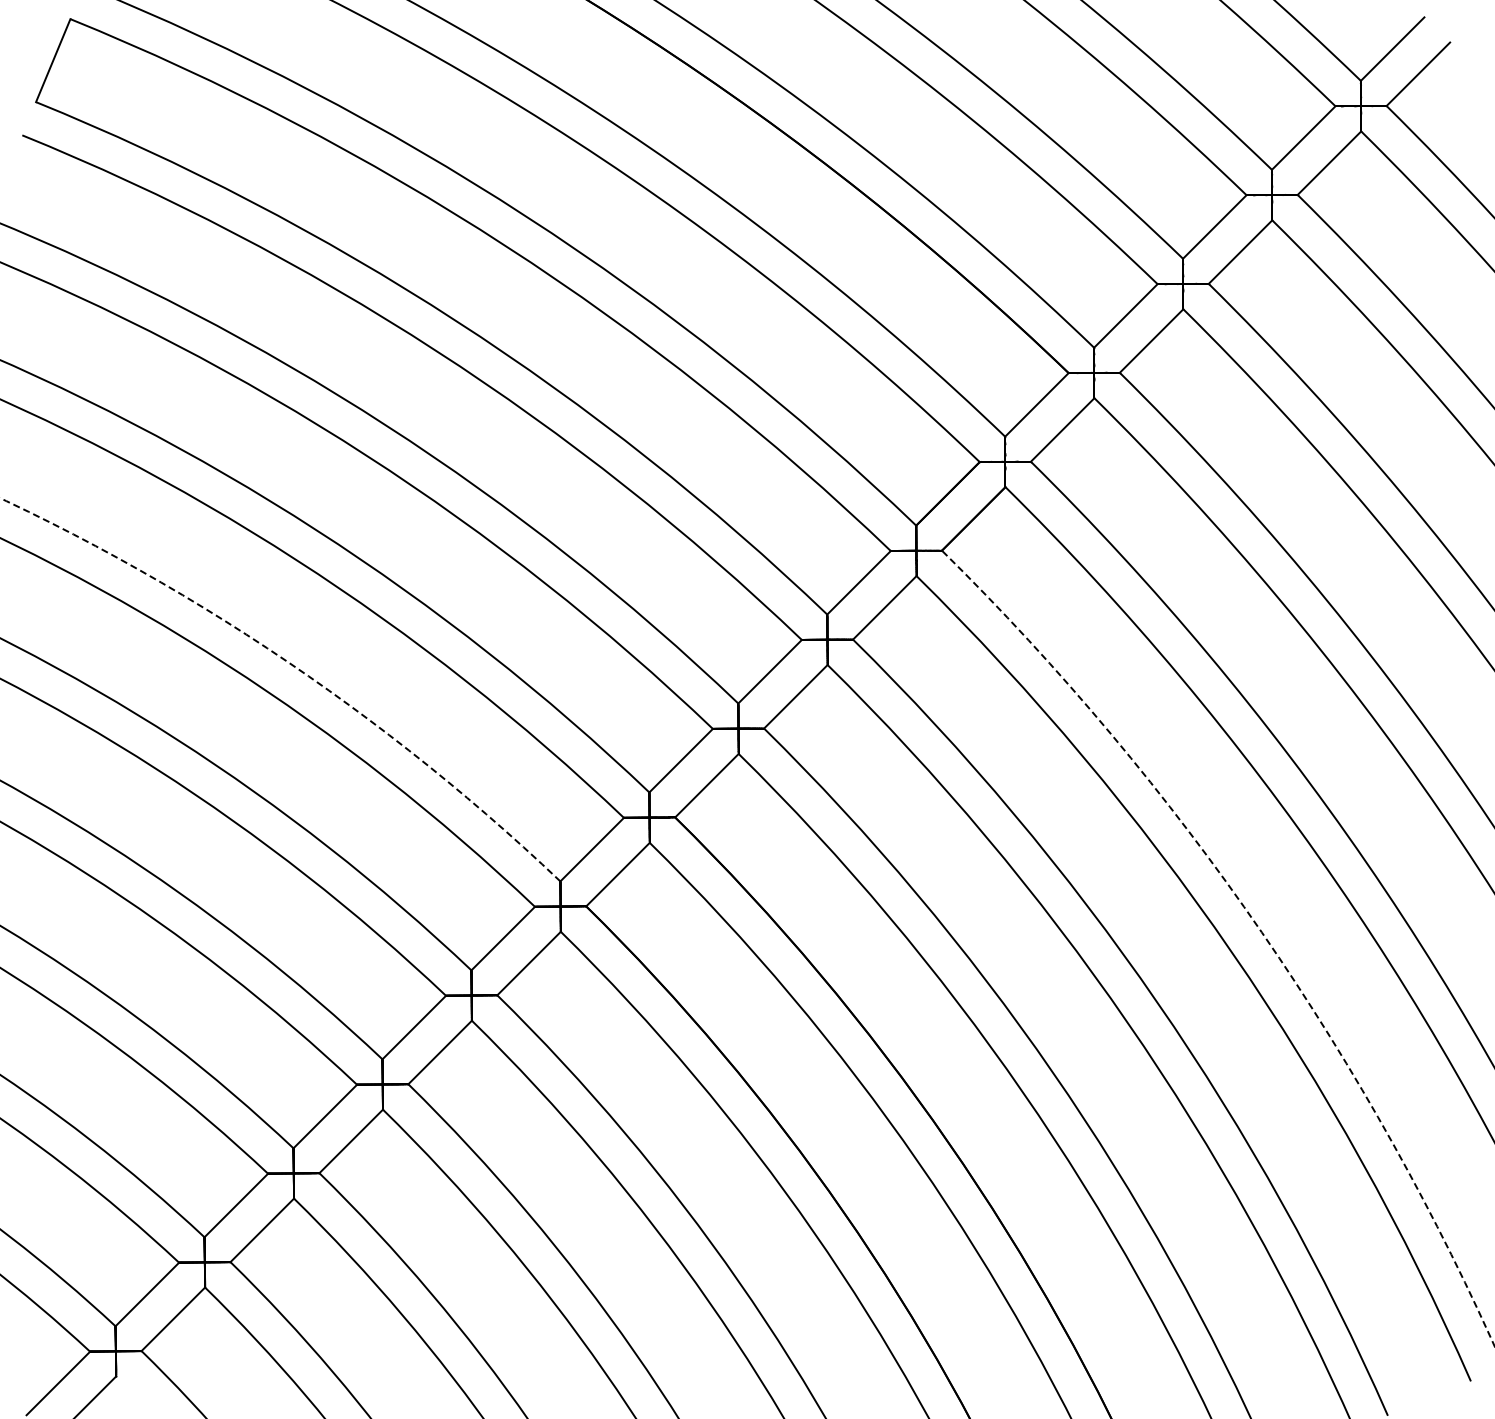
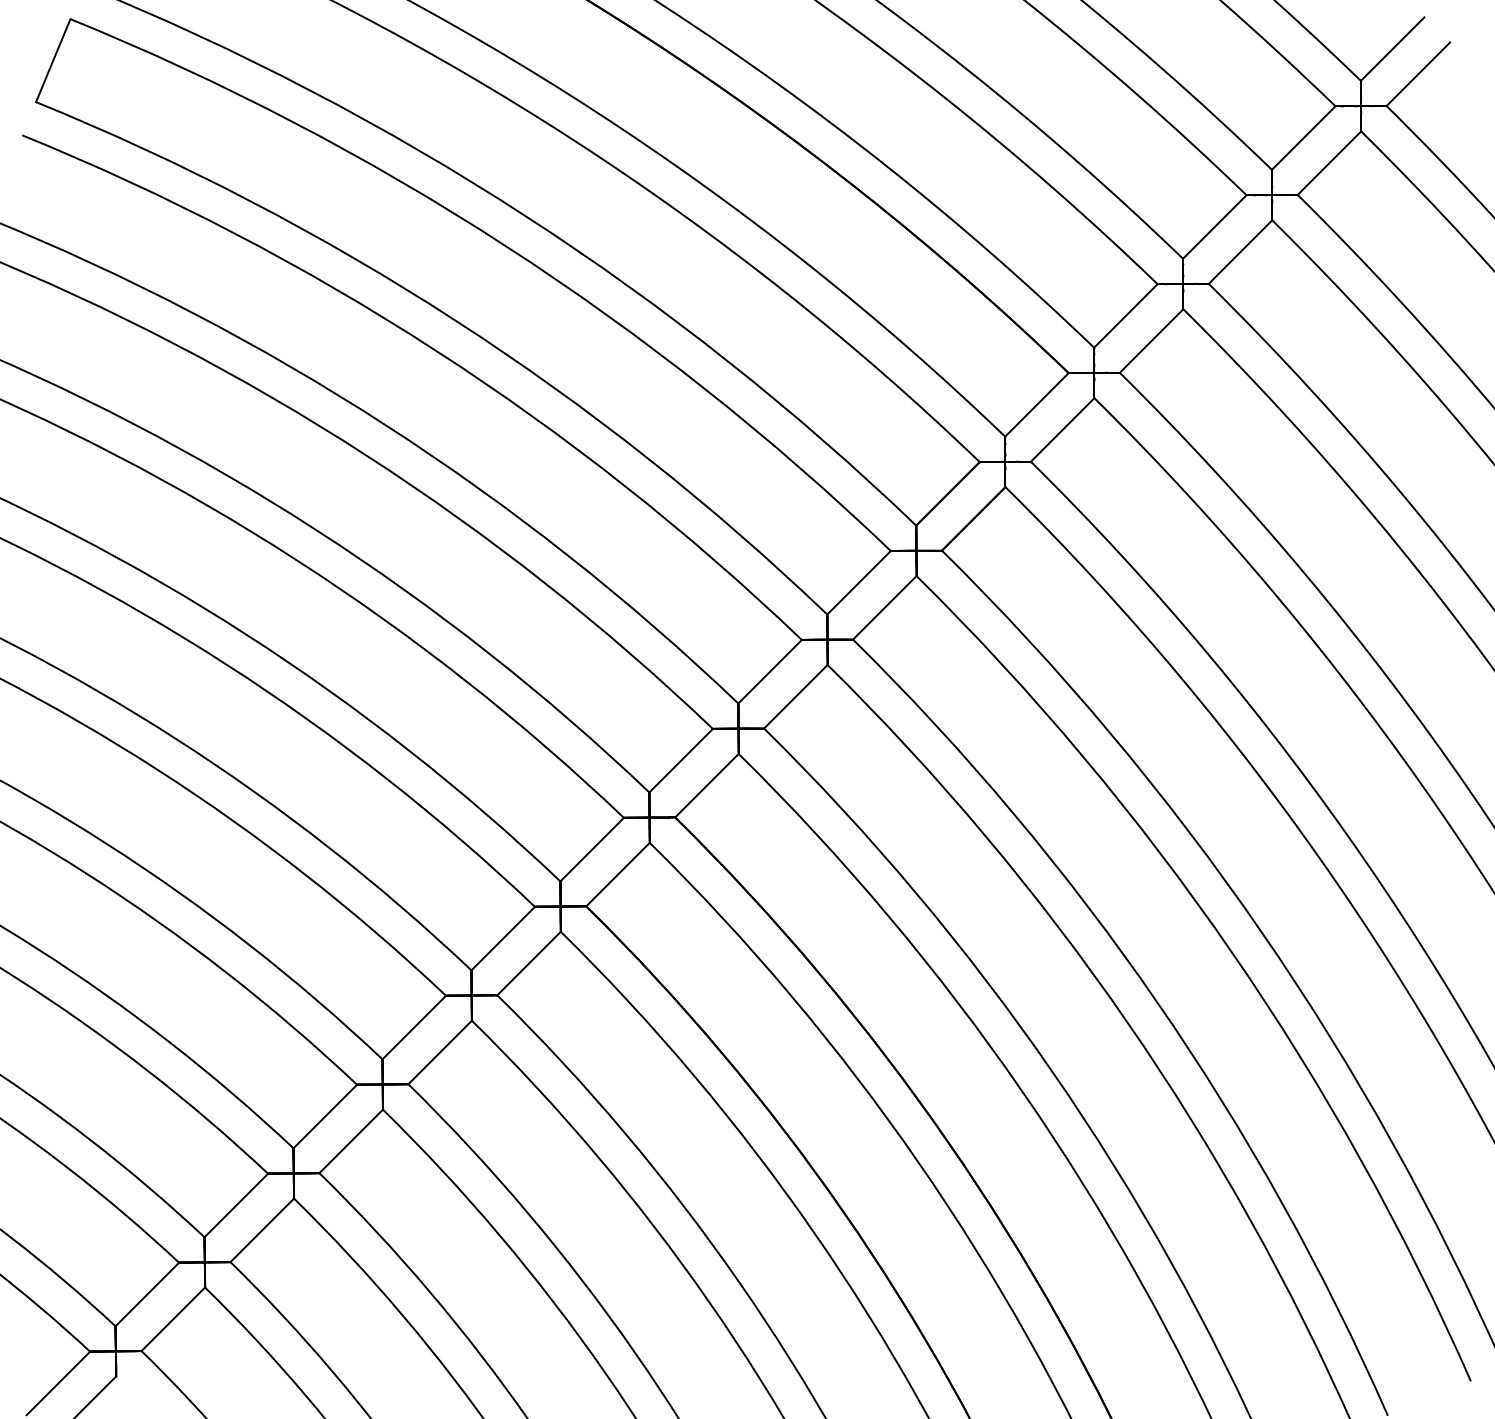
arc at (297, 668): dashed -> solid
arc at (1255, 922): dashed -> solid
